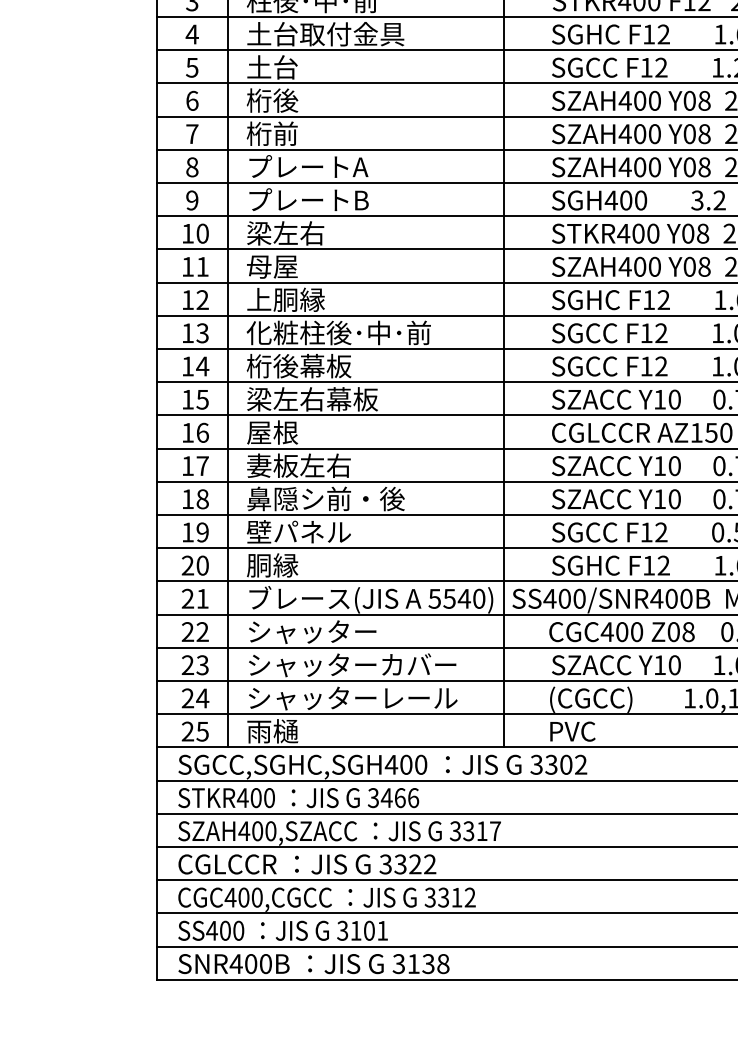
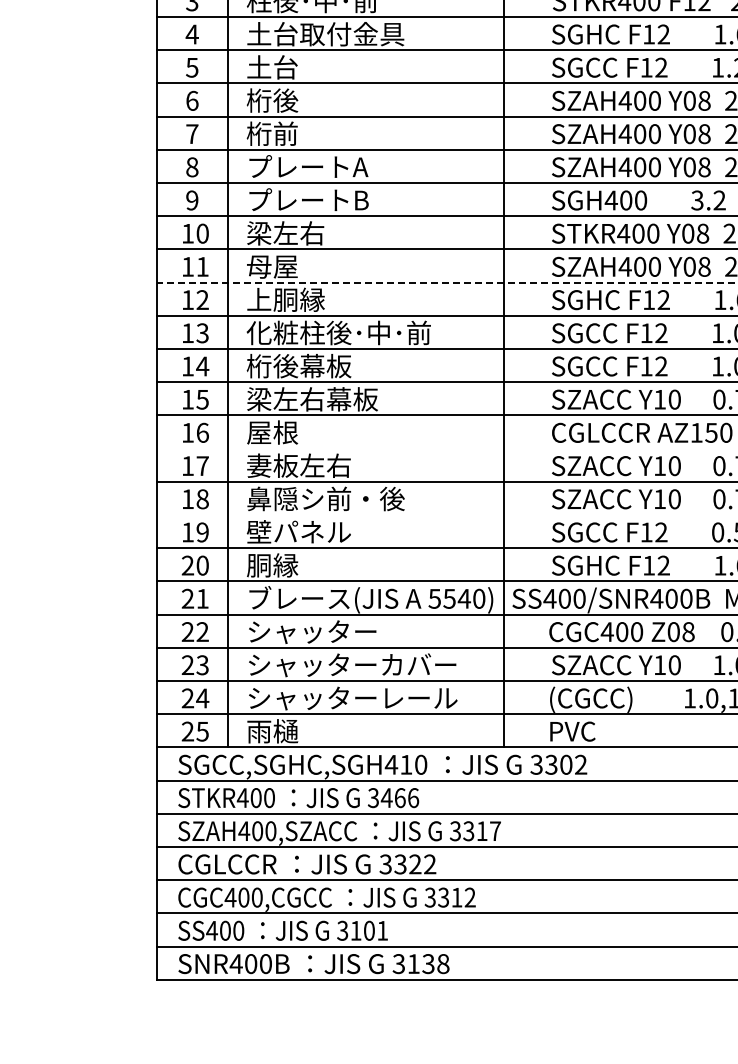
line at (446, 282): solid -> dashed
line at (445, 448): present -> none
line at (445, 515): present -> none
text at (406, 764): SGCC,SGHC,SGH400 -> SGCC,SGHC,SGH410
